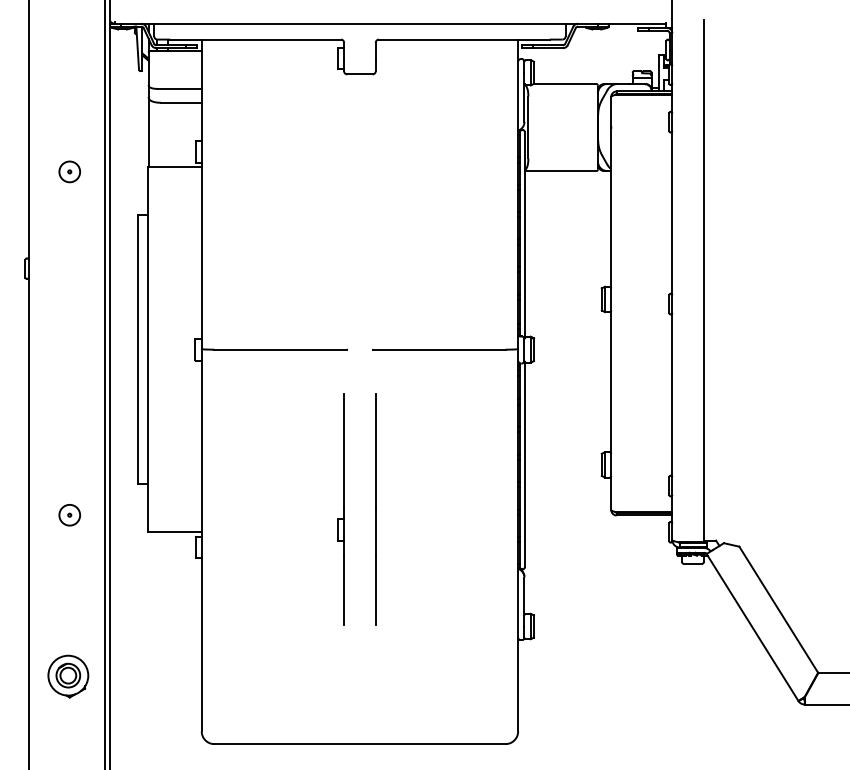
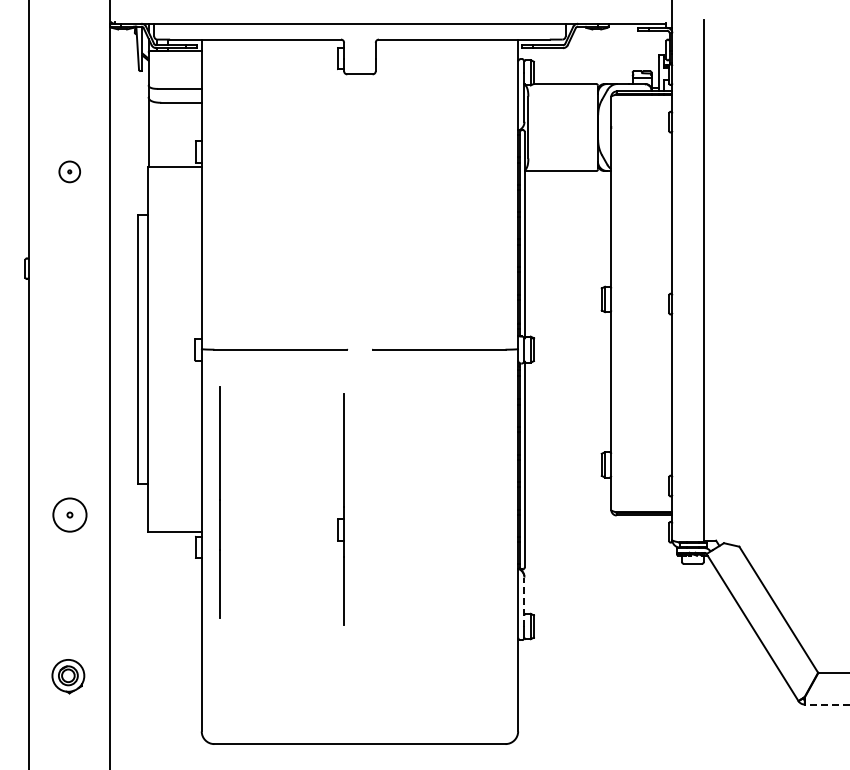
line at (104, 384): present -> none
line at (375, 509) position: (375, 509) -> (219, 502)
part at (69, 515) size: 23x23 px -> 36x36 px
line at (524, 601): solid -> dashed
part at (68, 676) size: 43x45 px -> 35x36 px
line at (826, 704): solid -> dashed
